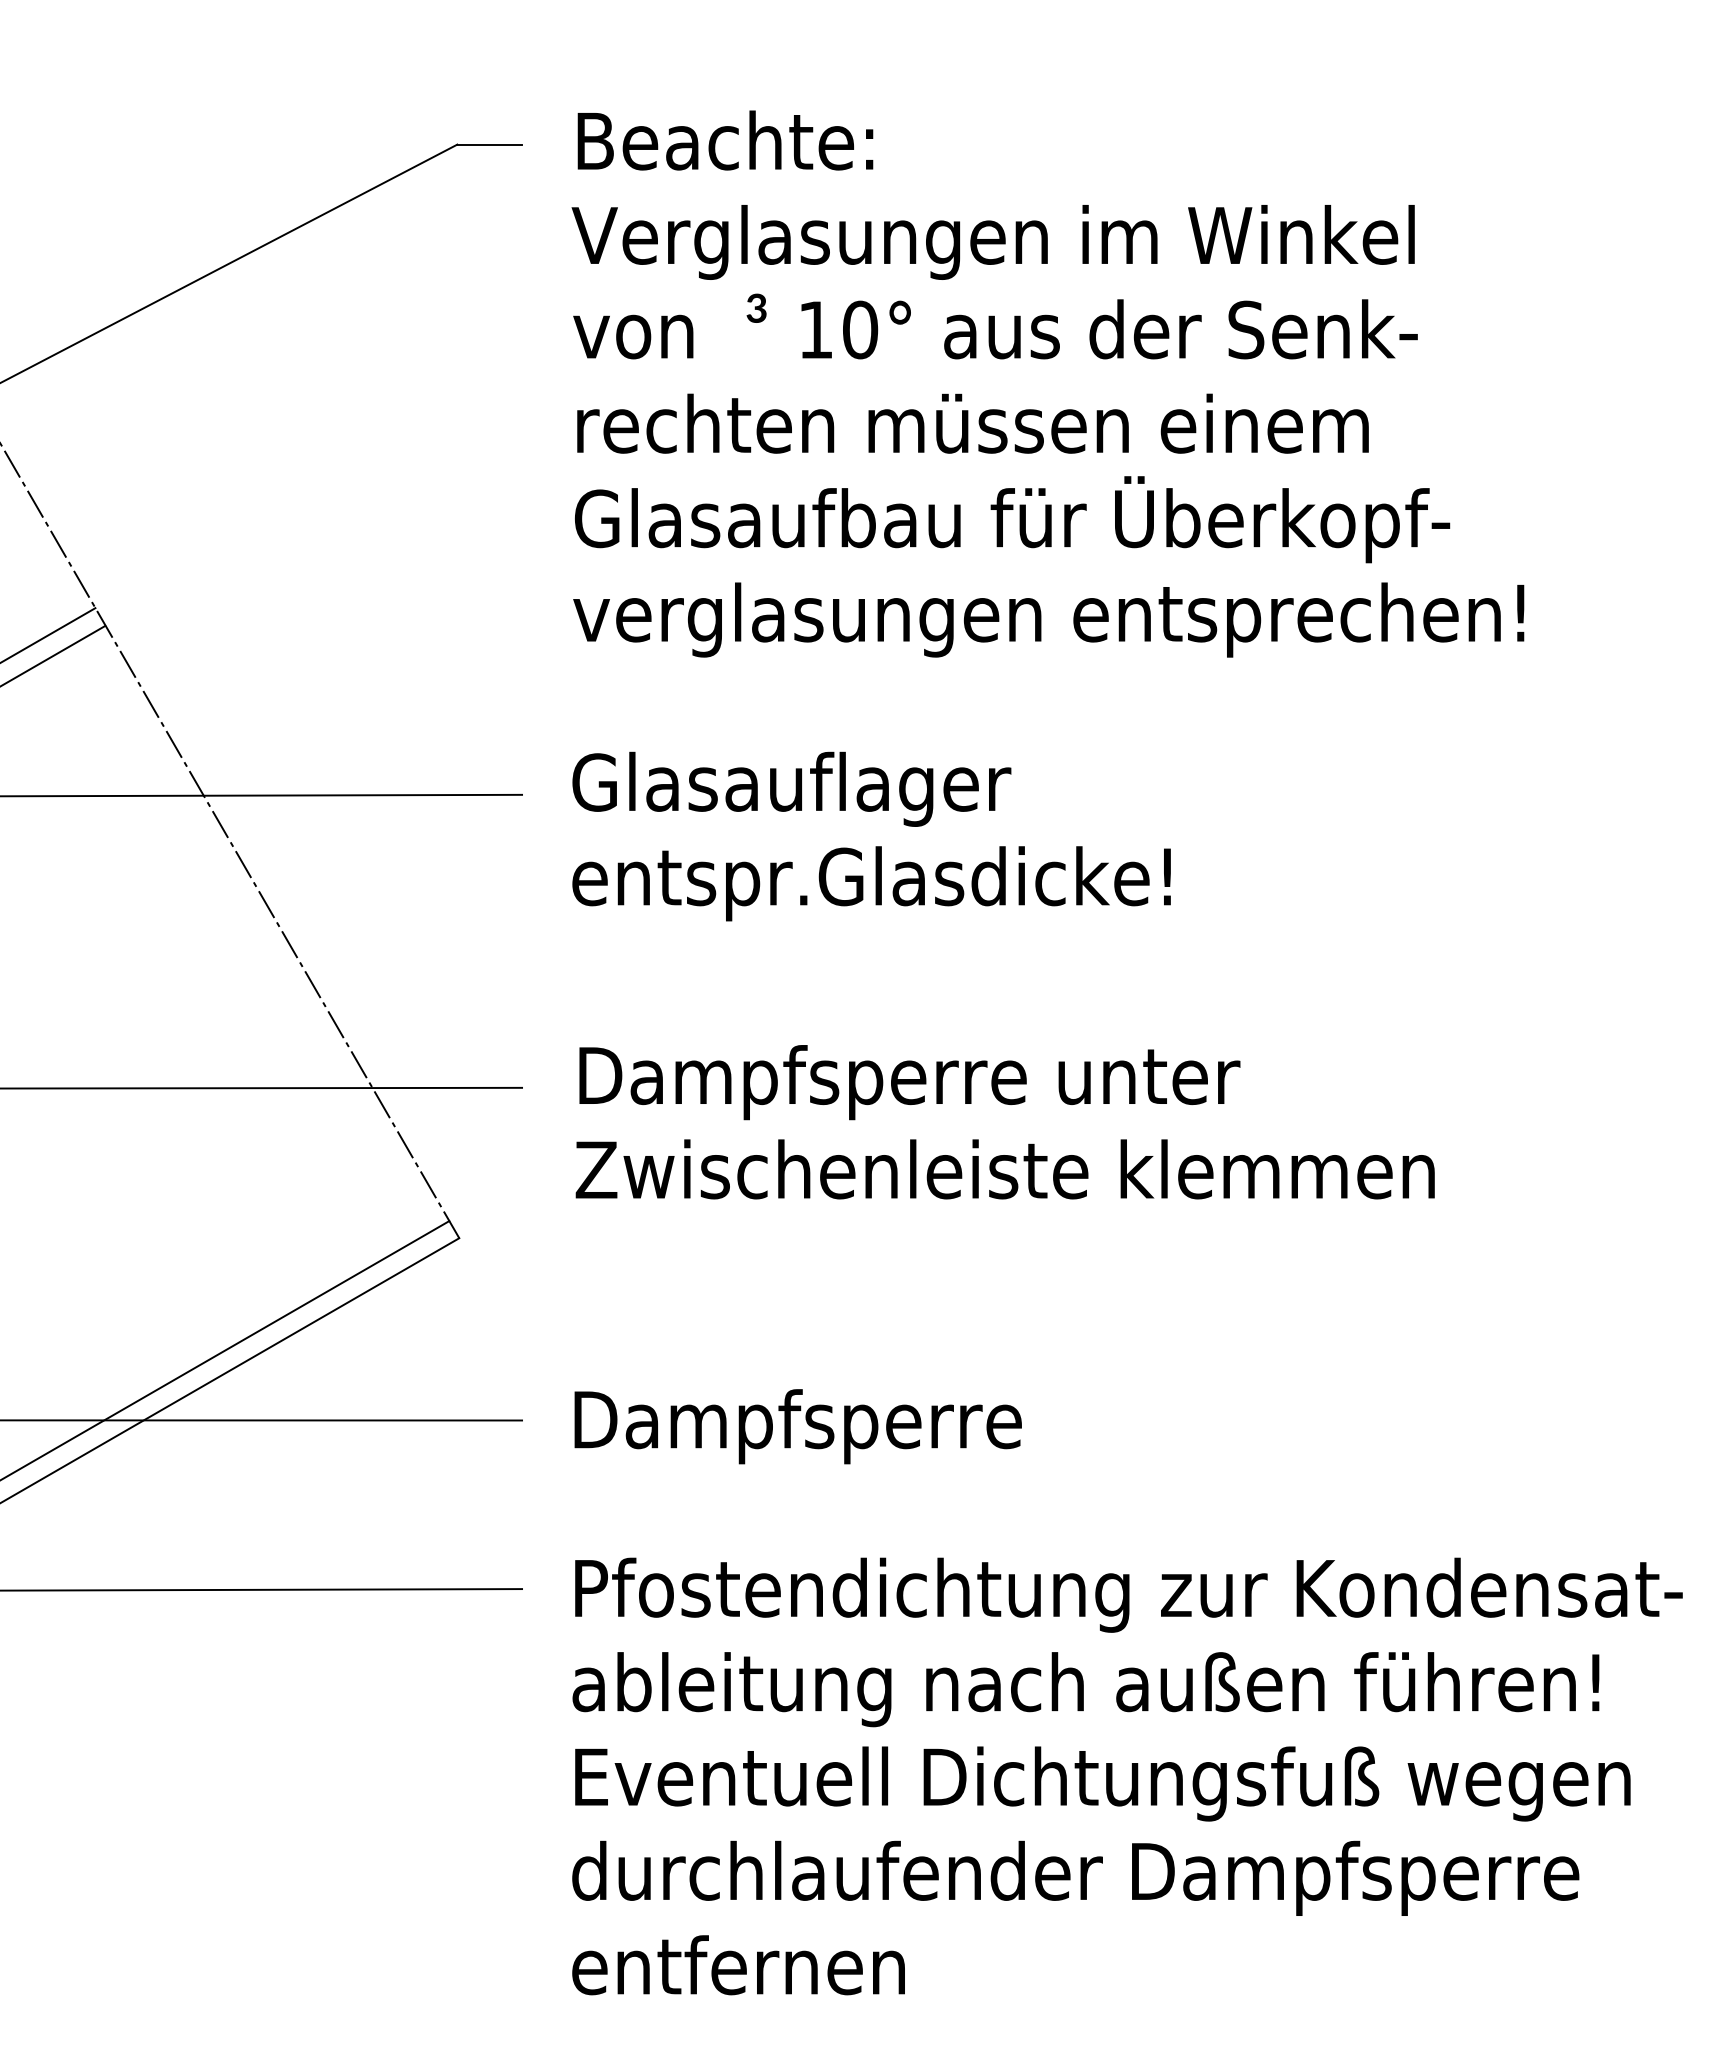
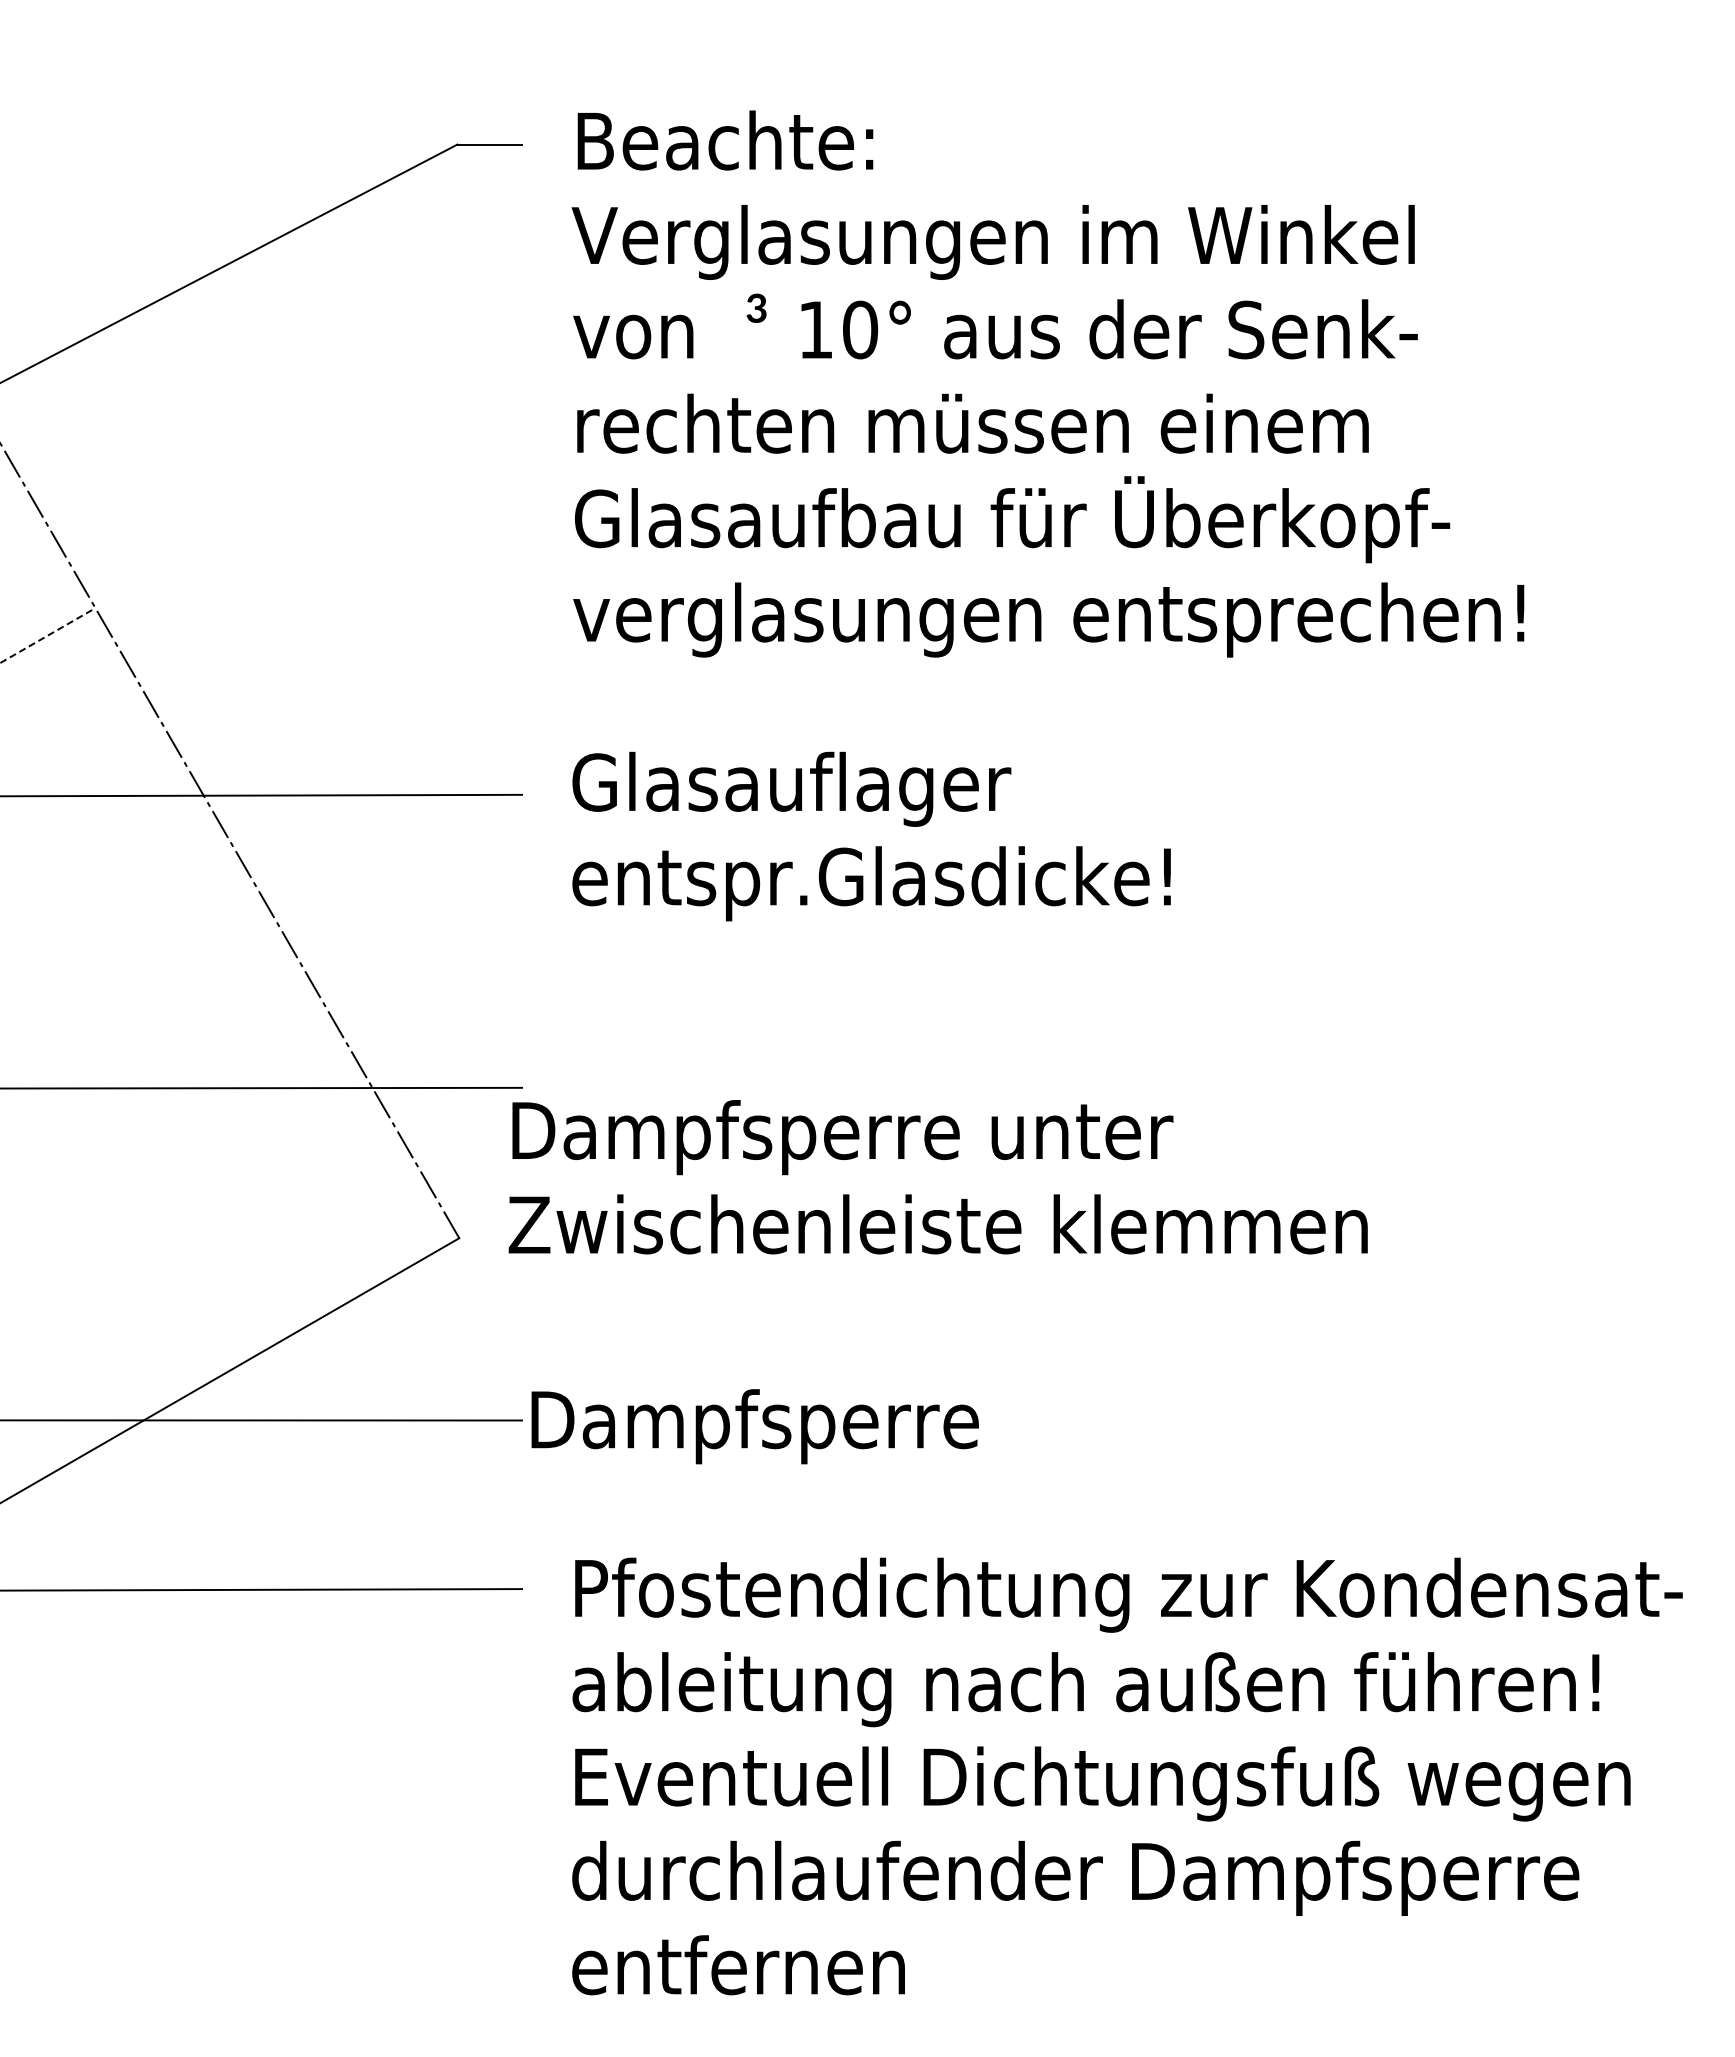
line at (47, 635): solid -> dashed
line at (53, 655): present -> none
text at (1004, 1122) position: (1004, 1122) -> (937, 1177)
line at (225, 1350): present -> none
text at (797, 1426) position: (797, 1426) -> (754, 1426)
